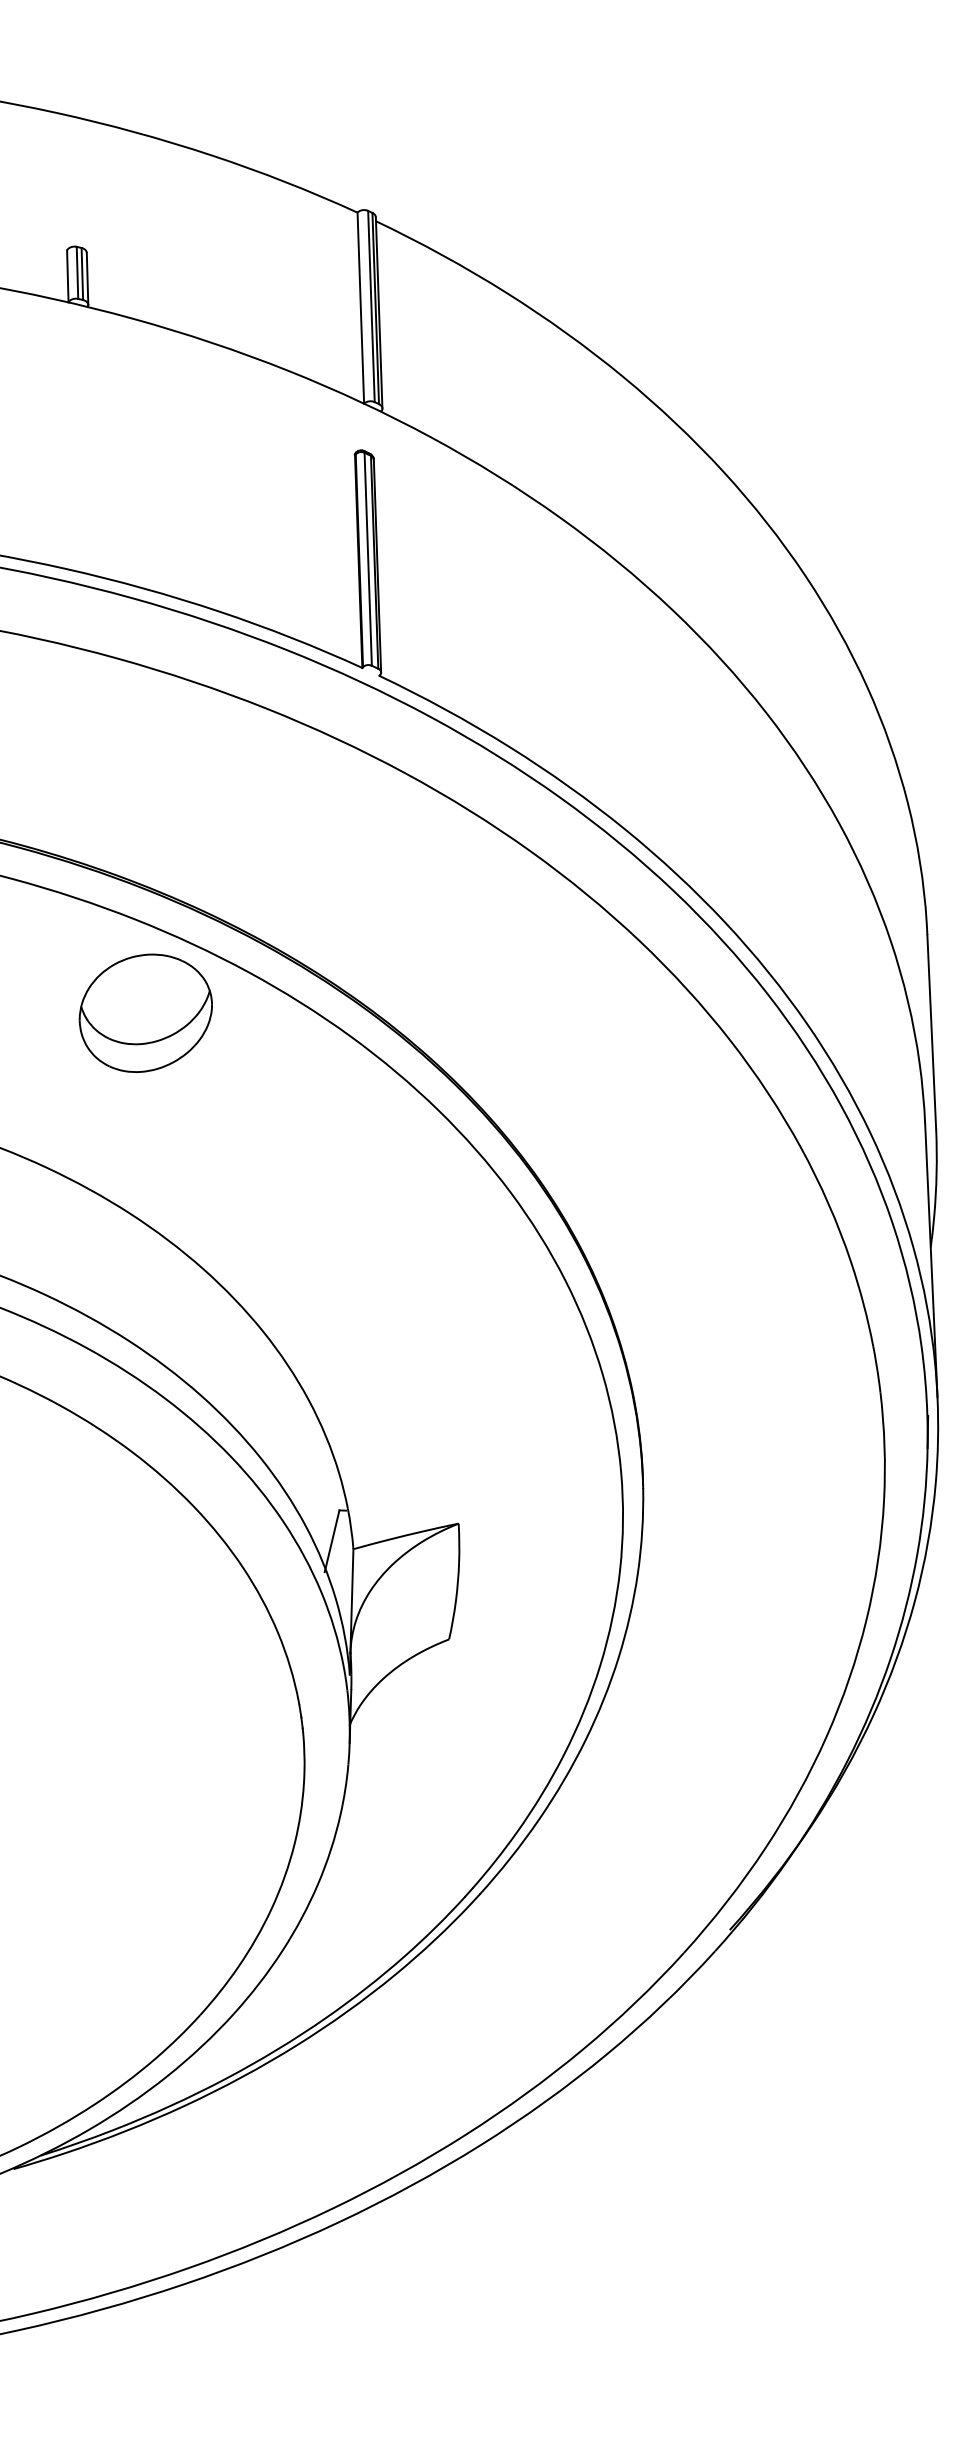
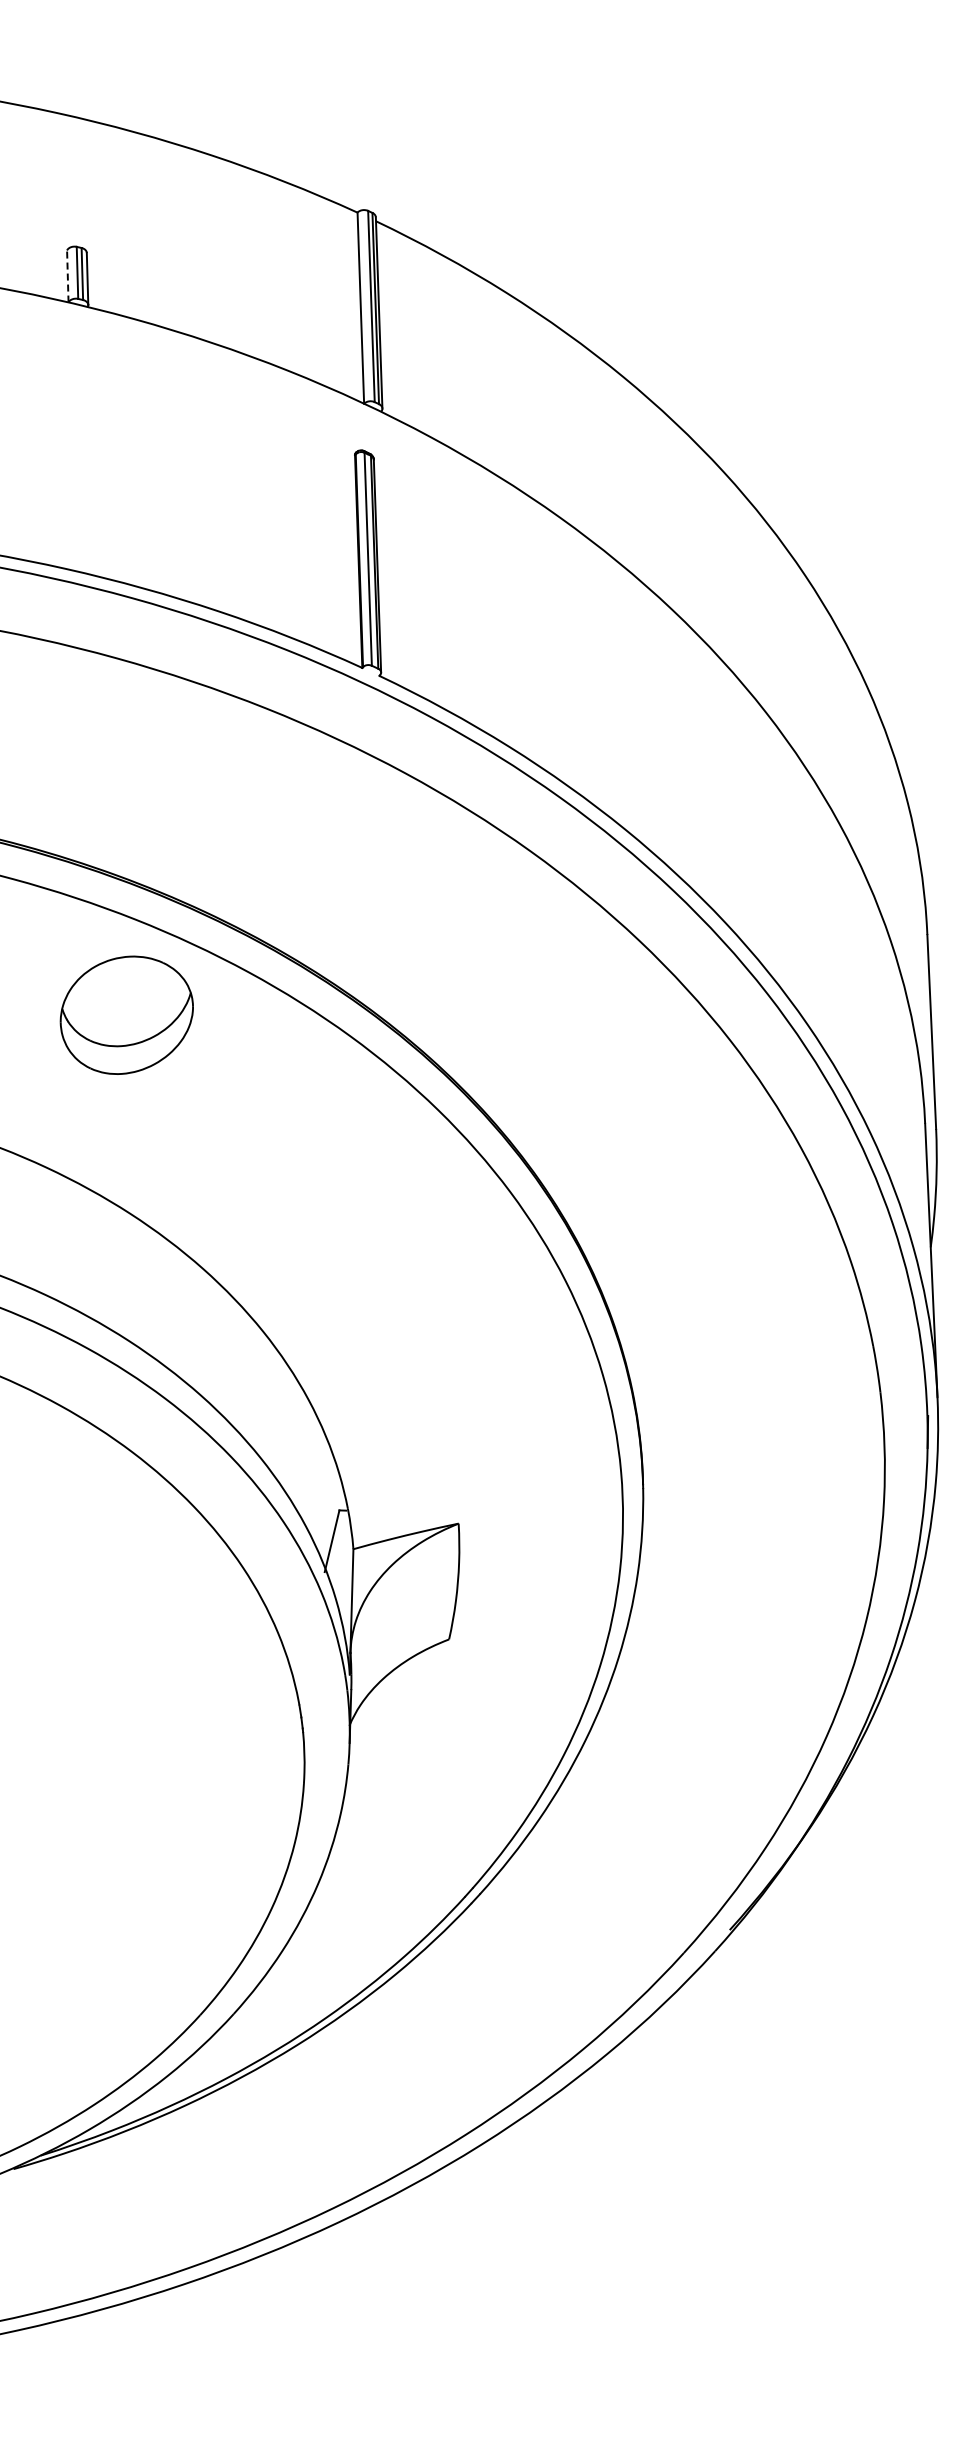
line at (67, 276): solid -> dashed
part at (145, 1012) position: (145, 1012) -> (126, 1014)
